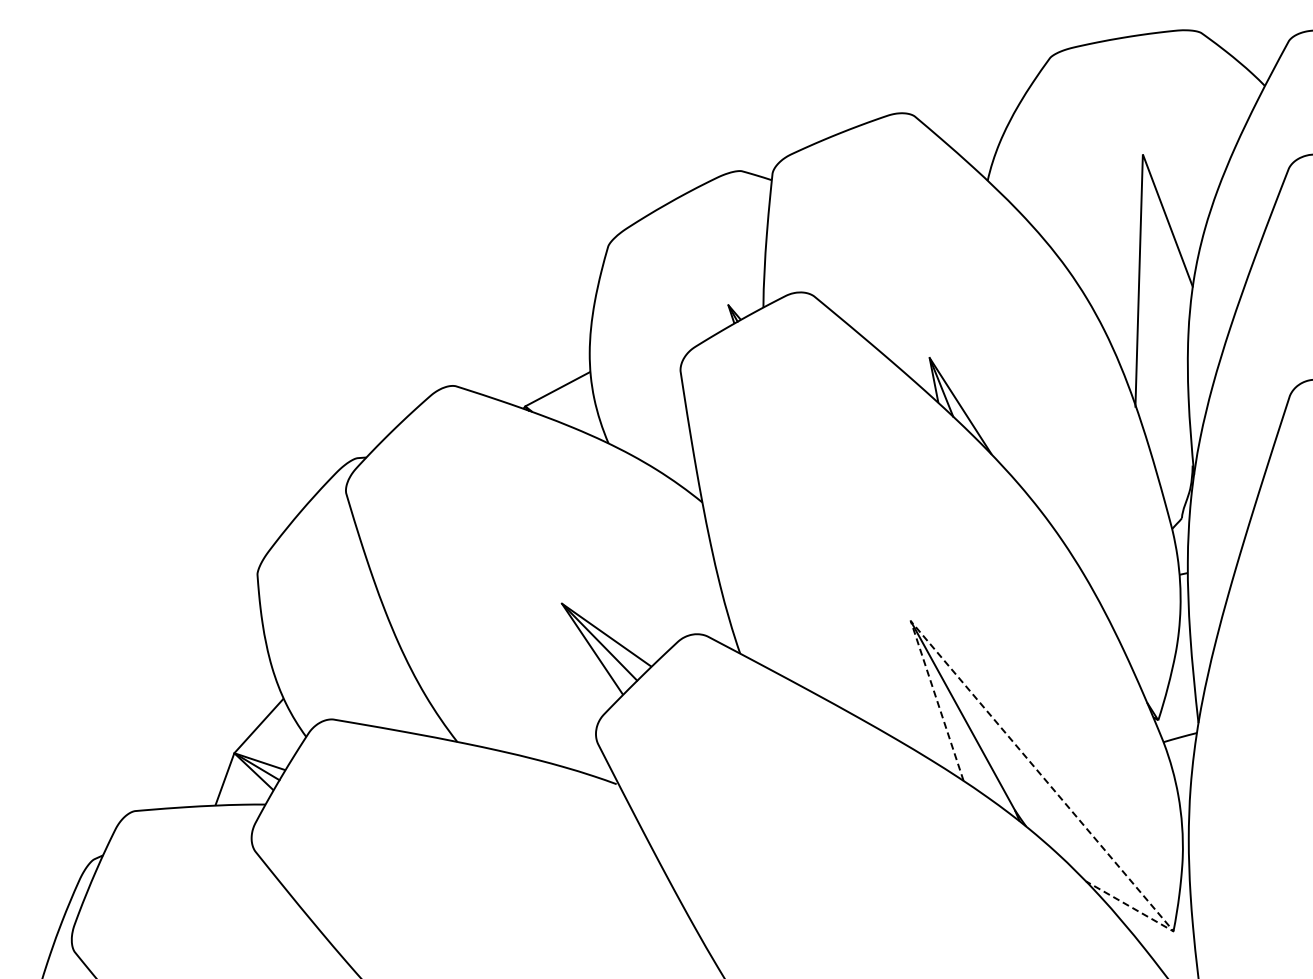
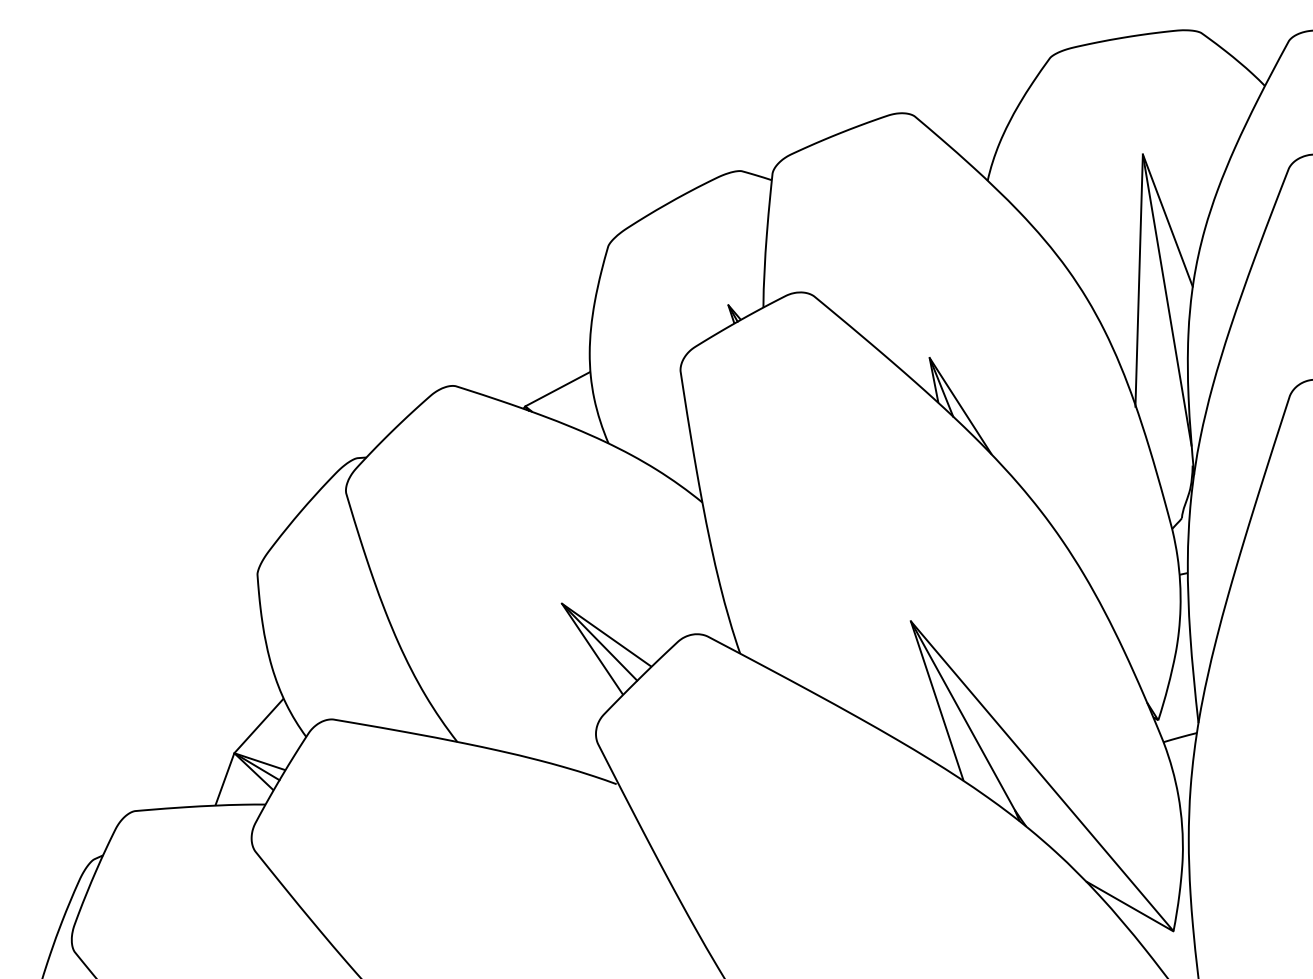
line at (1166, 299): none -> present
line at (1020, 750): dashed -> solid
